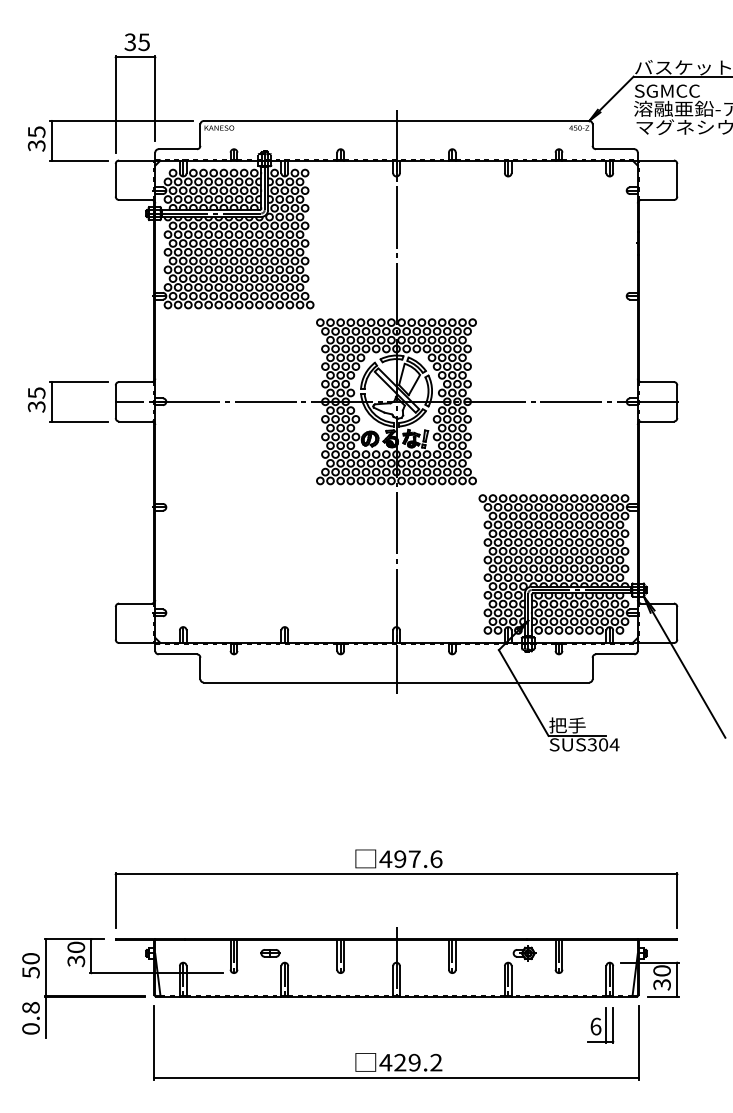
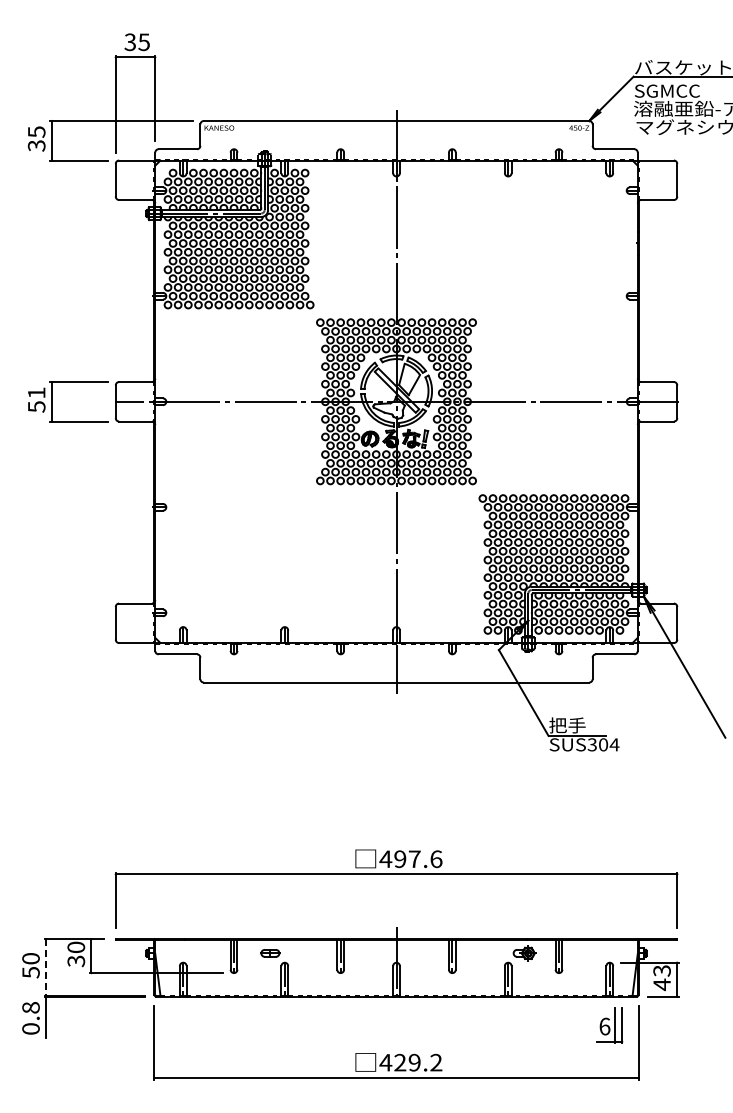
text at (36, 399): 35 -> 51
line at (46, 967): solid -> dashed
text at (661, 978): 30 -> 43
part at (600, 1025) position: (600, 1025) -> (609, 1025)
